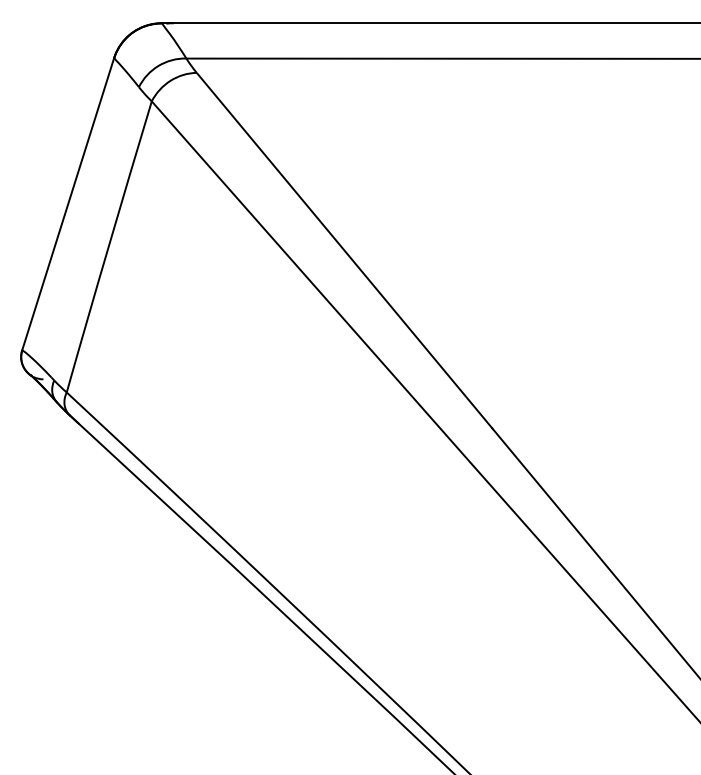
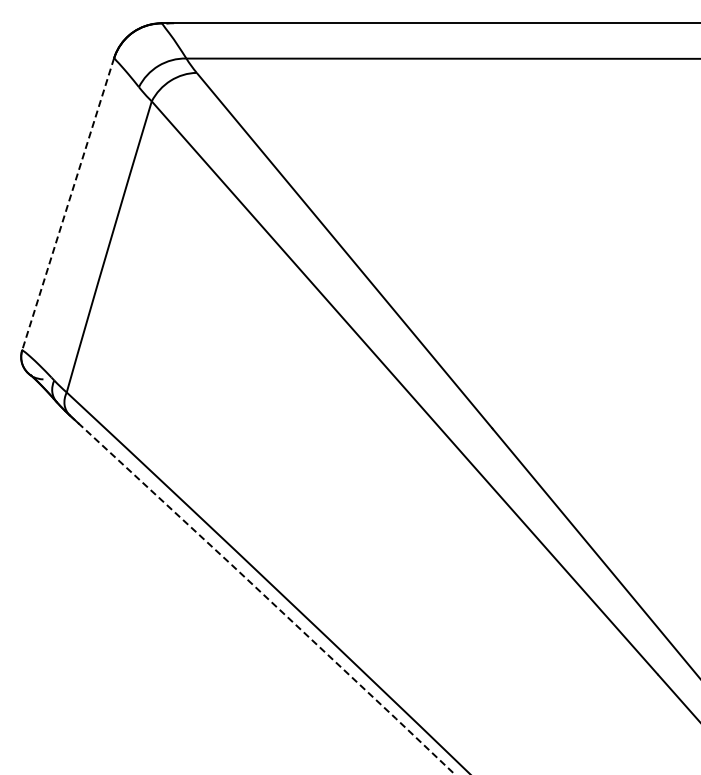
line at (68, 204): solid -> dashed
line at (263, 594): solid -> dashed
